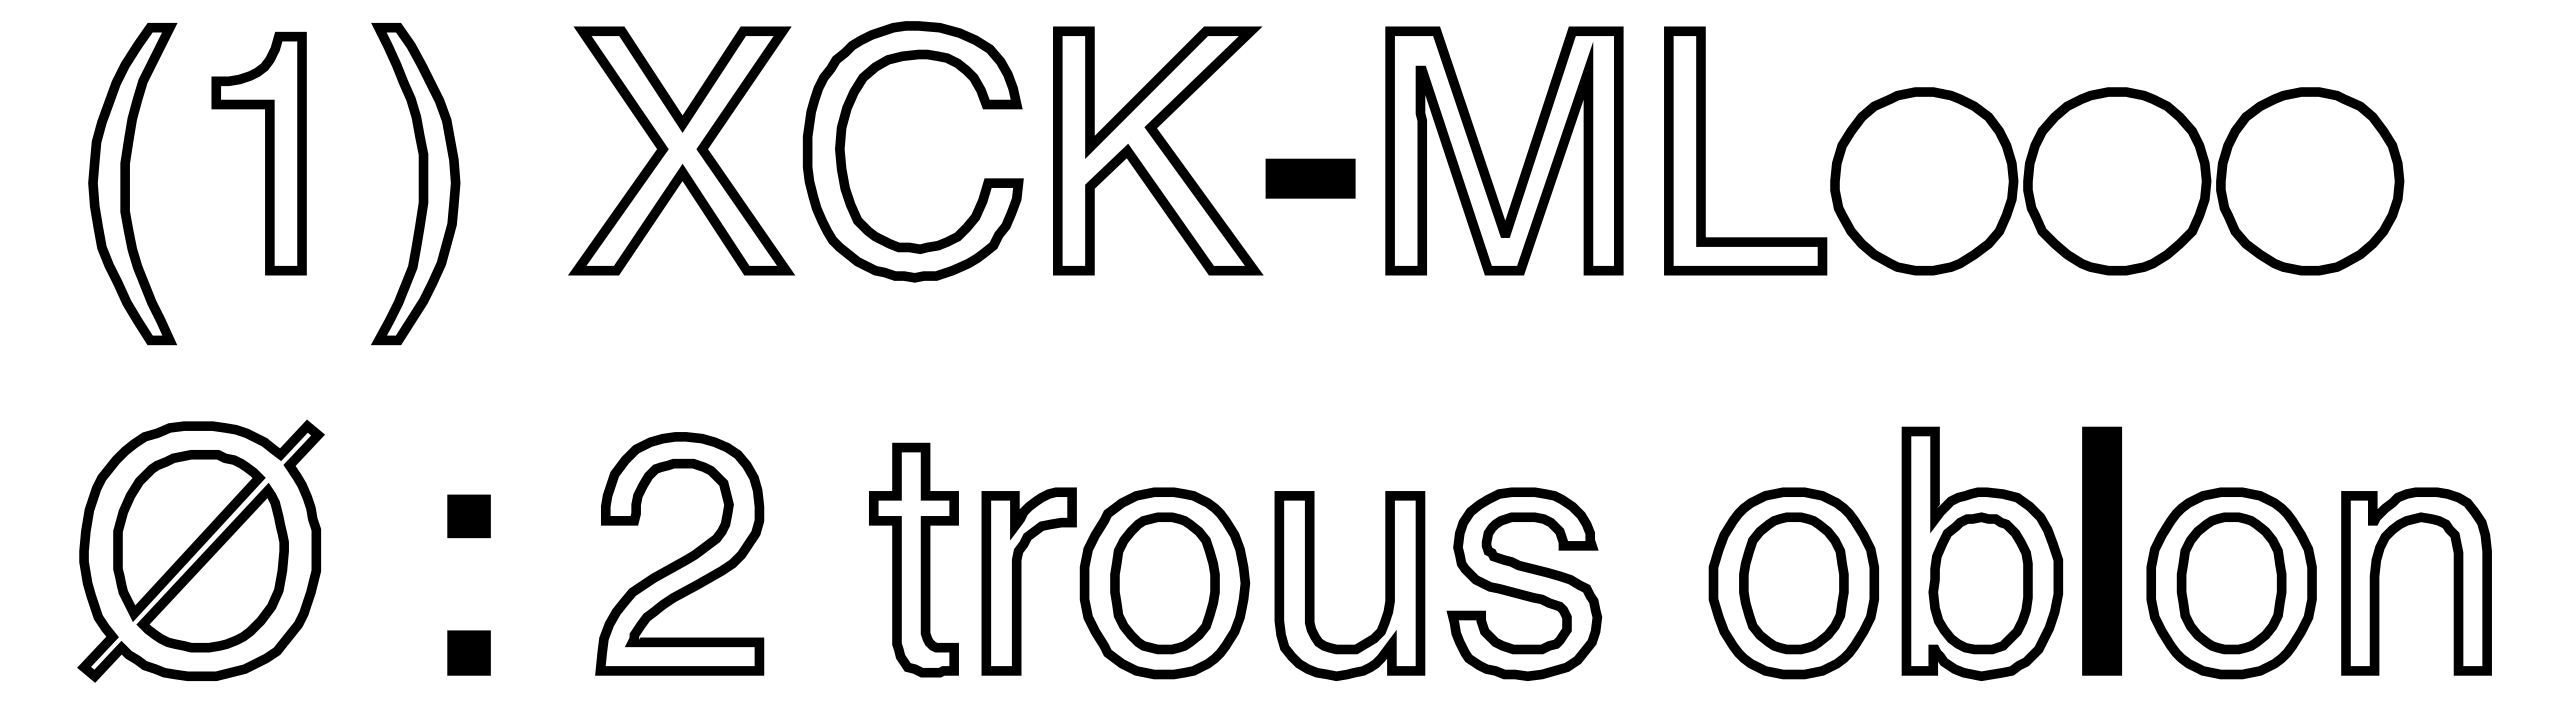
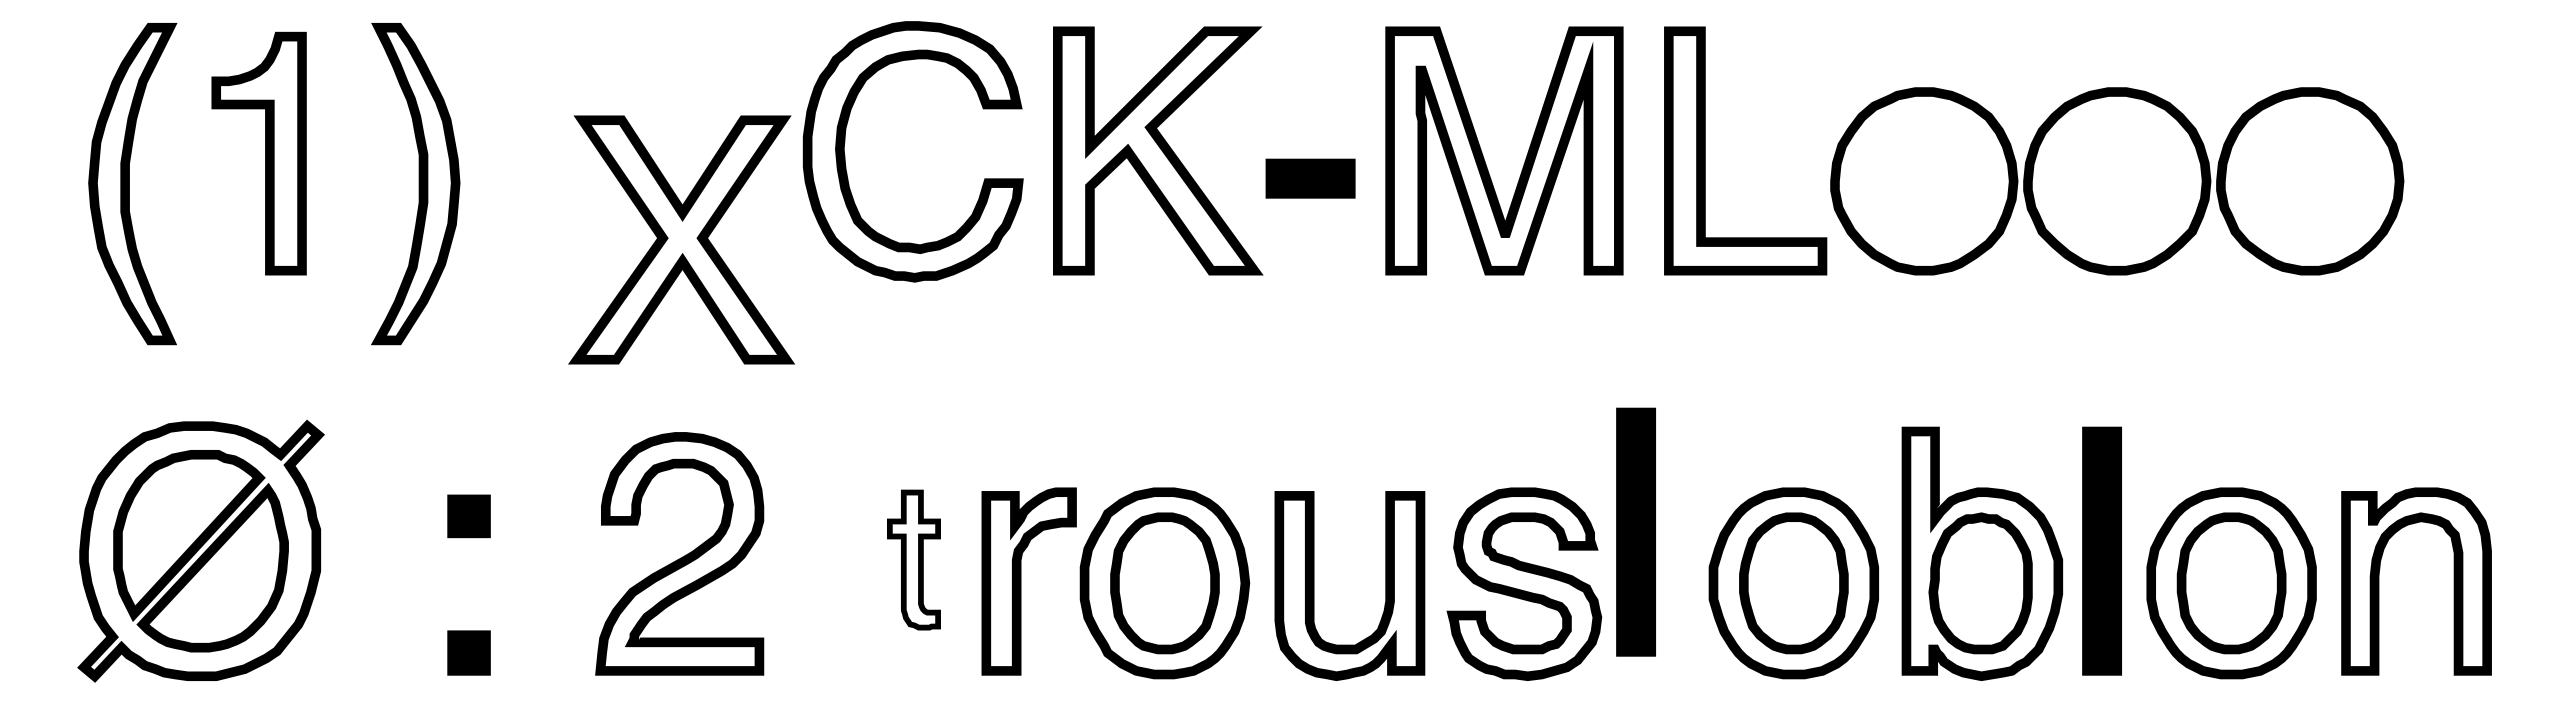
part at (681, 150) position: (681, 150) -> (681, 239)
part at (1635, 531): none -> present
part at (913, 559) size: 90x236 px -> 54x142 px
